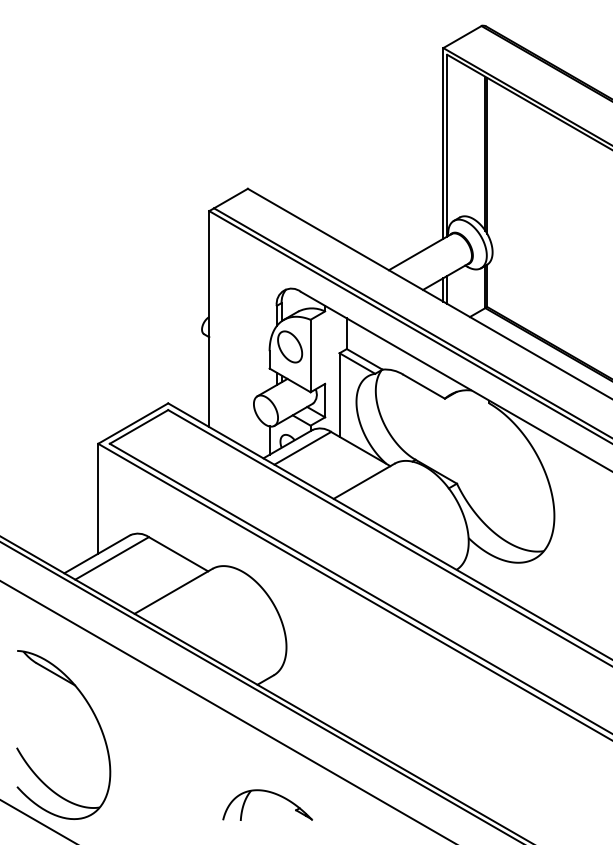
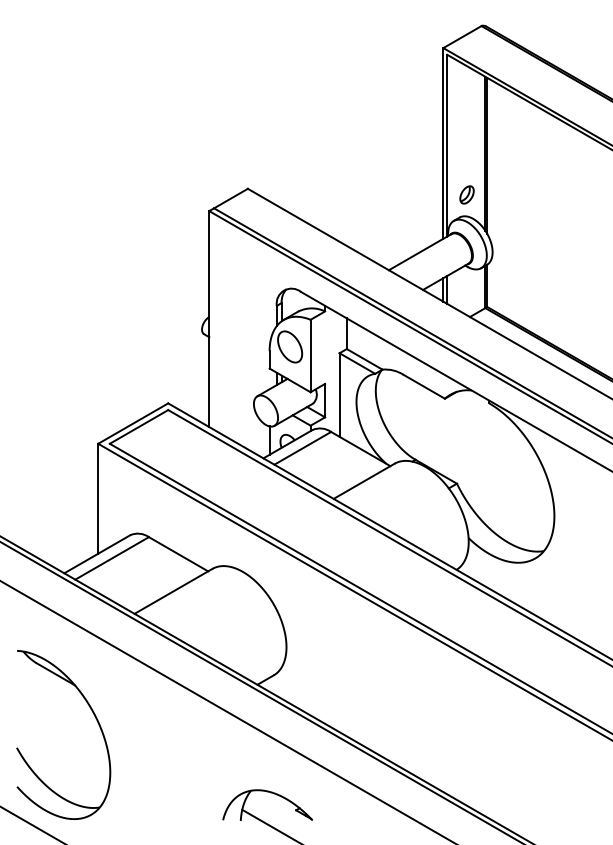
part at (466, 194): none -> present
line at (37, 821) position: (37, 821) -> (31, 824)
line at (269, 825): none -> present
